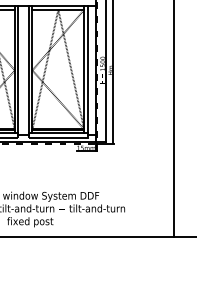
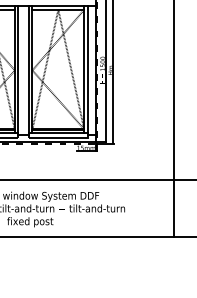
line at (97, 179): none -> present
